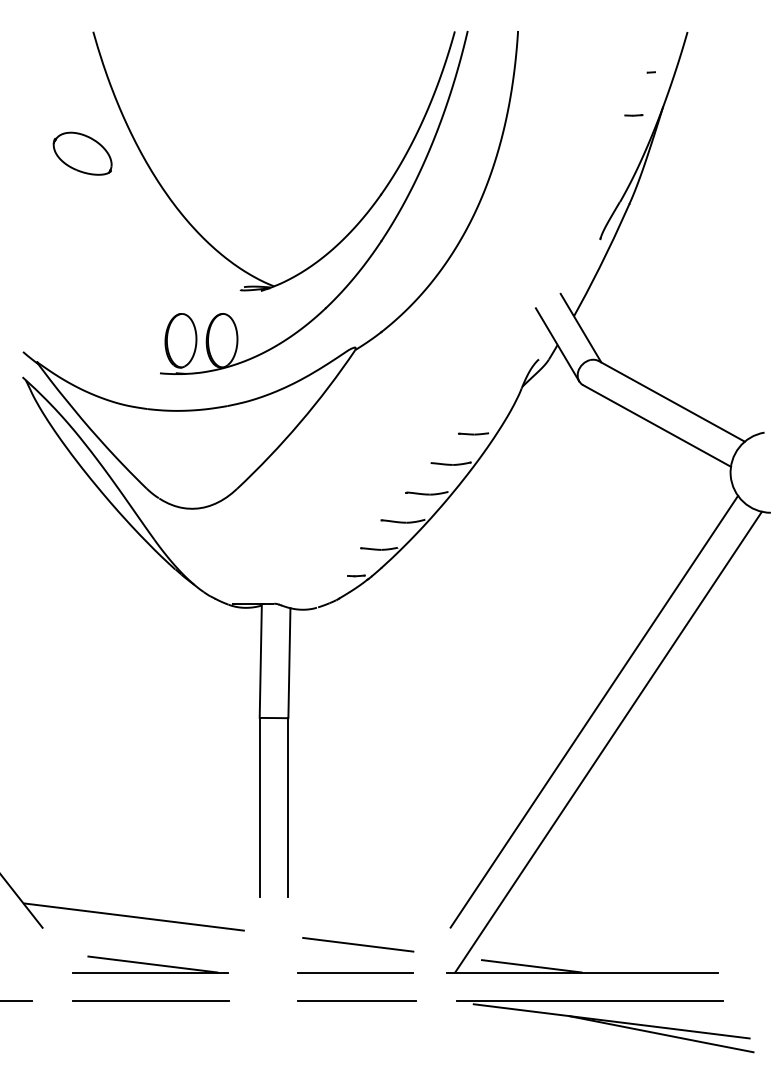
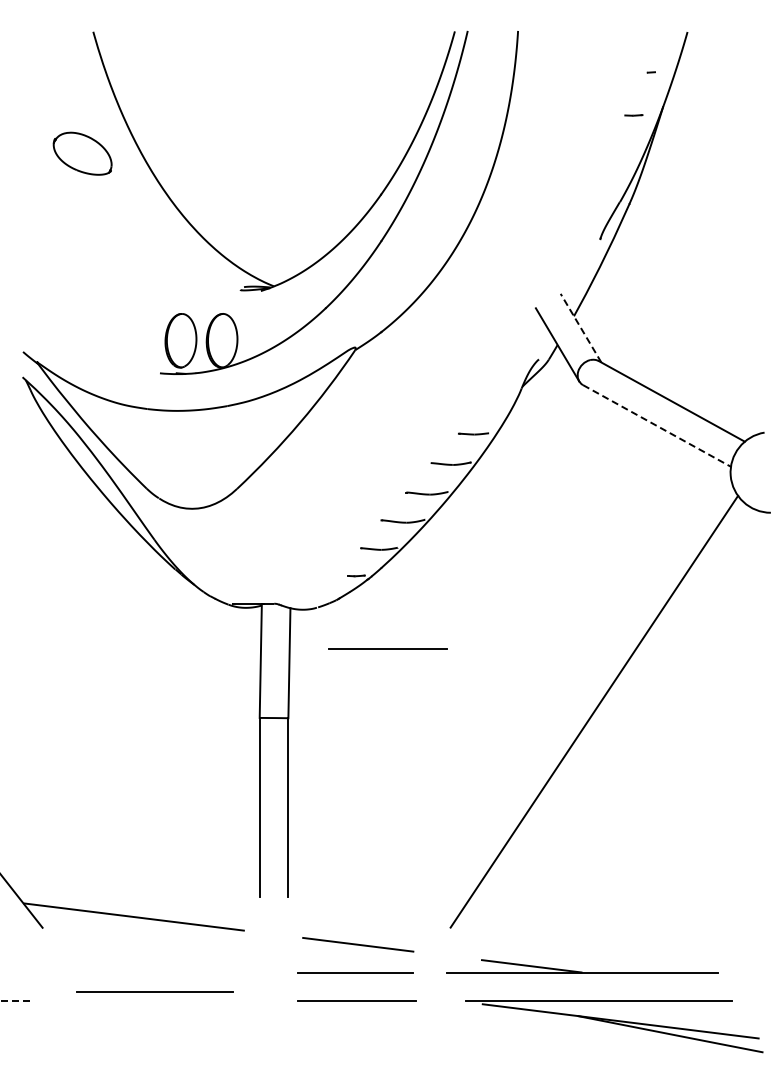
line at (581, 328): solid -> dashed
line at (657, 426): solid -> dashed
line at (387, 648): none -> present
line at (608, 741): present -> none
part at (150, 964): present -> none
line at (150, 1000) position: (150, 1000) -> (154, 991)
line at (16, 1001): solid -> dashed
part at (605, 1026) position: (605, 1026) -> (614, 1026)
